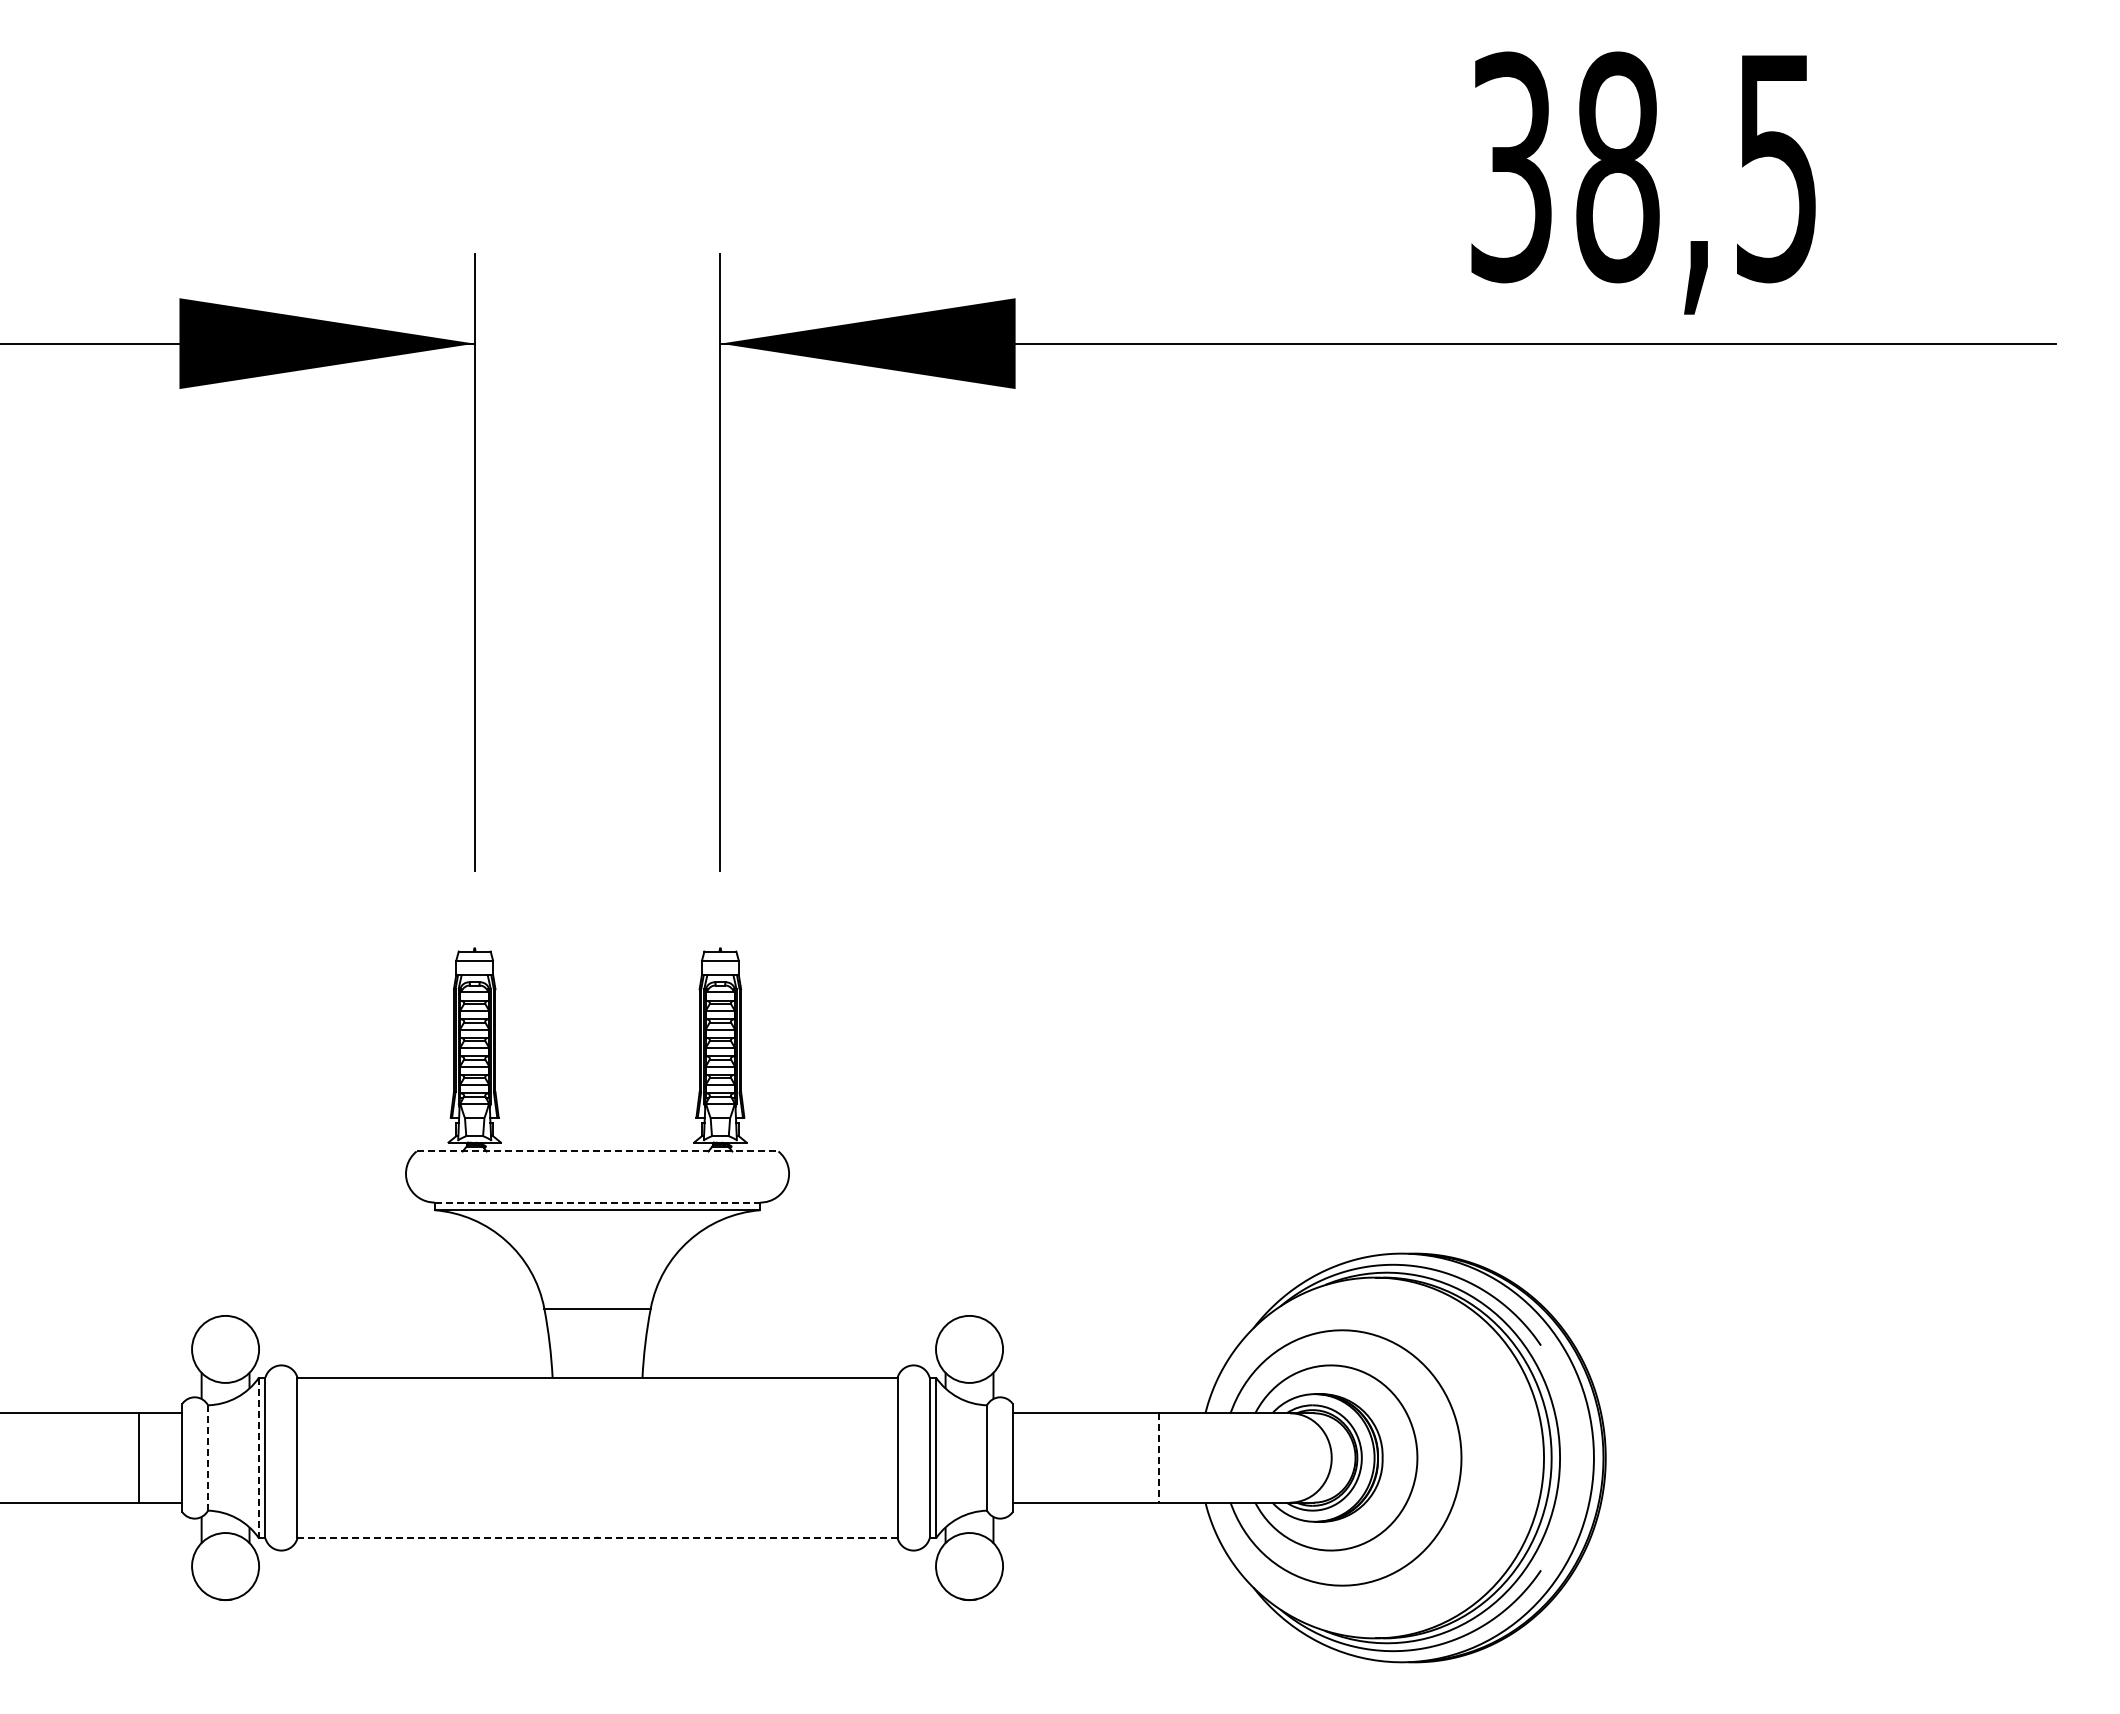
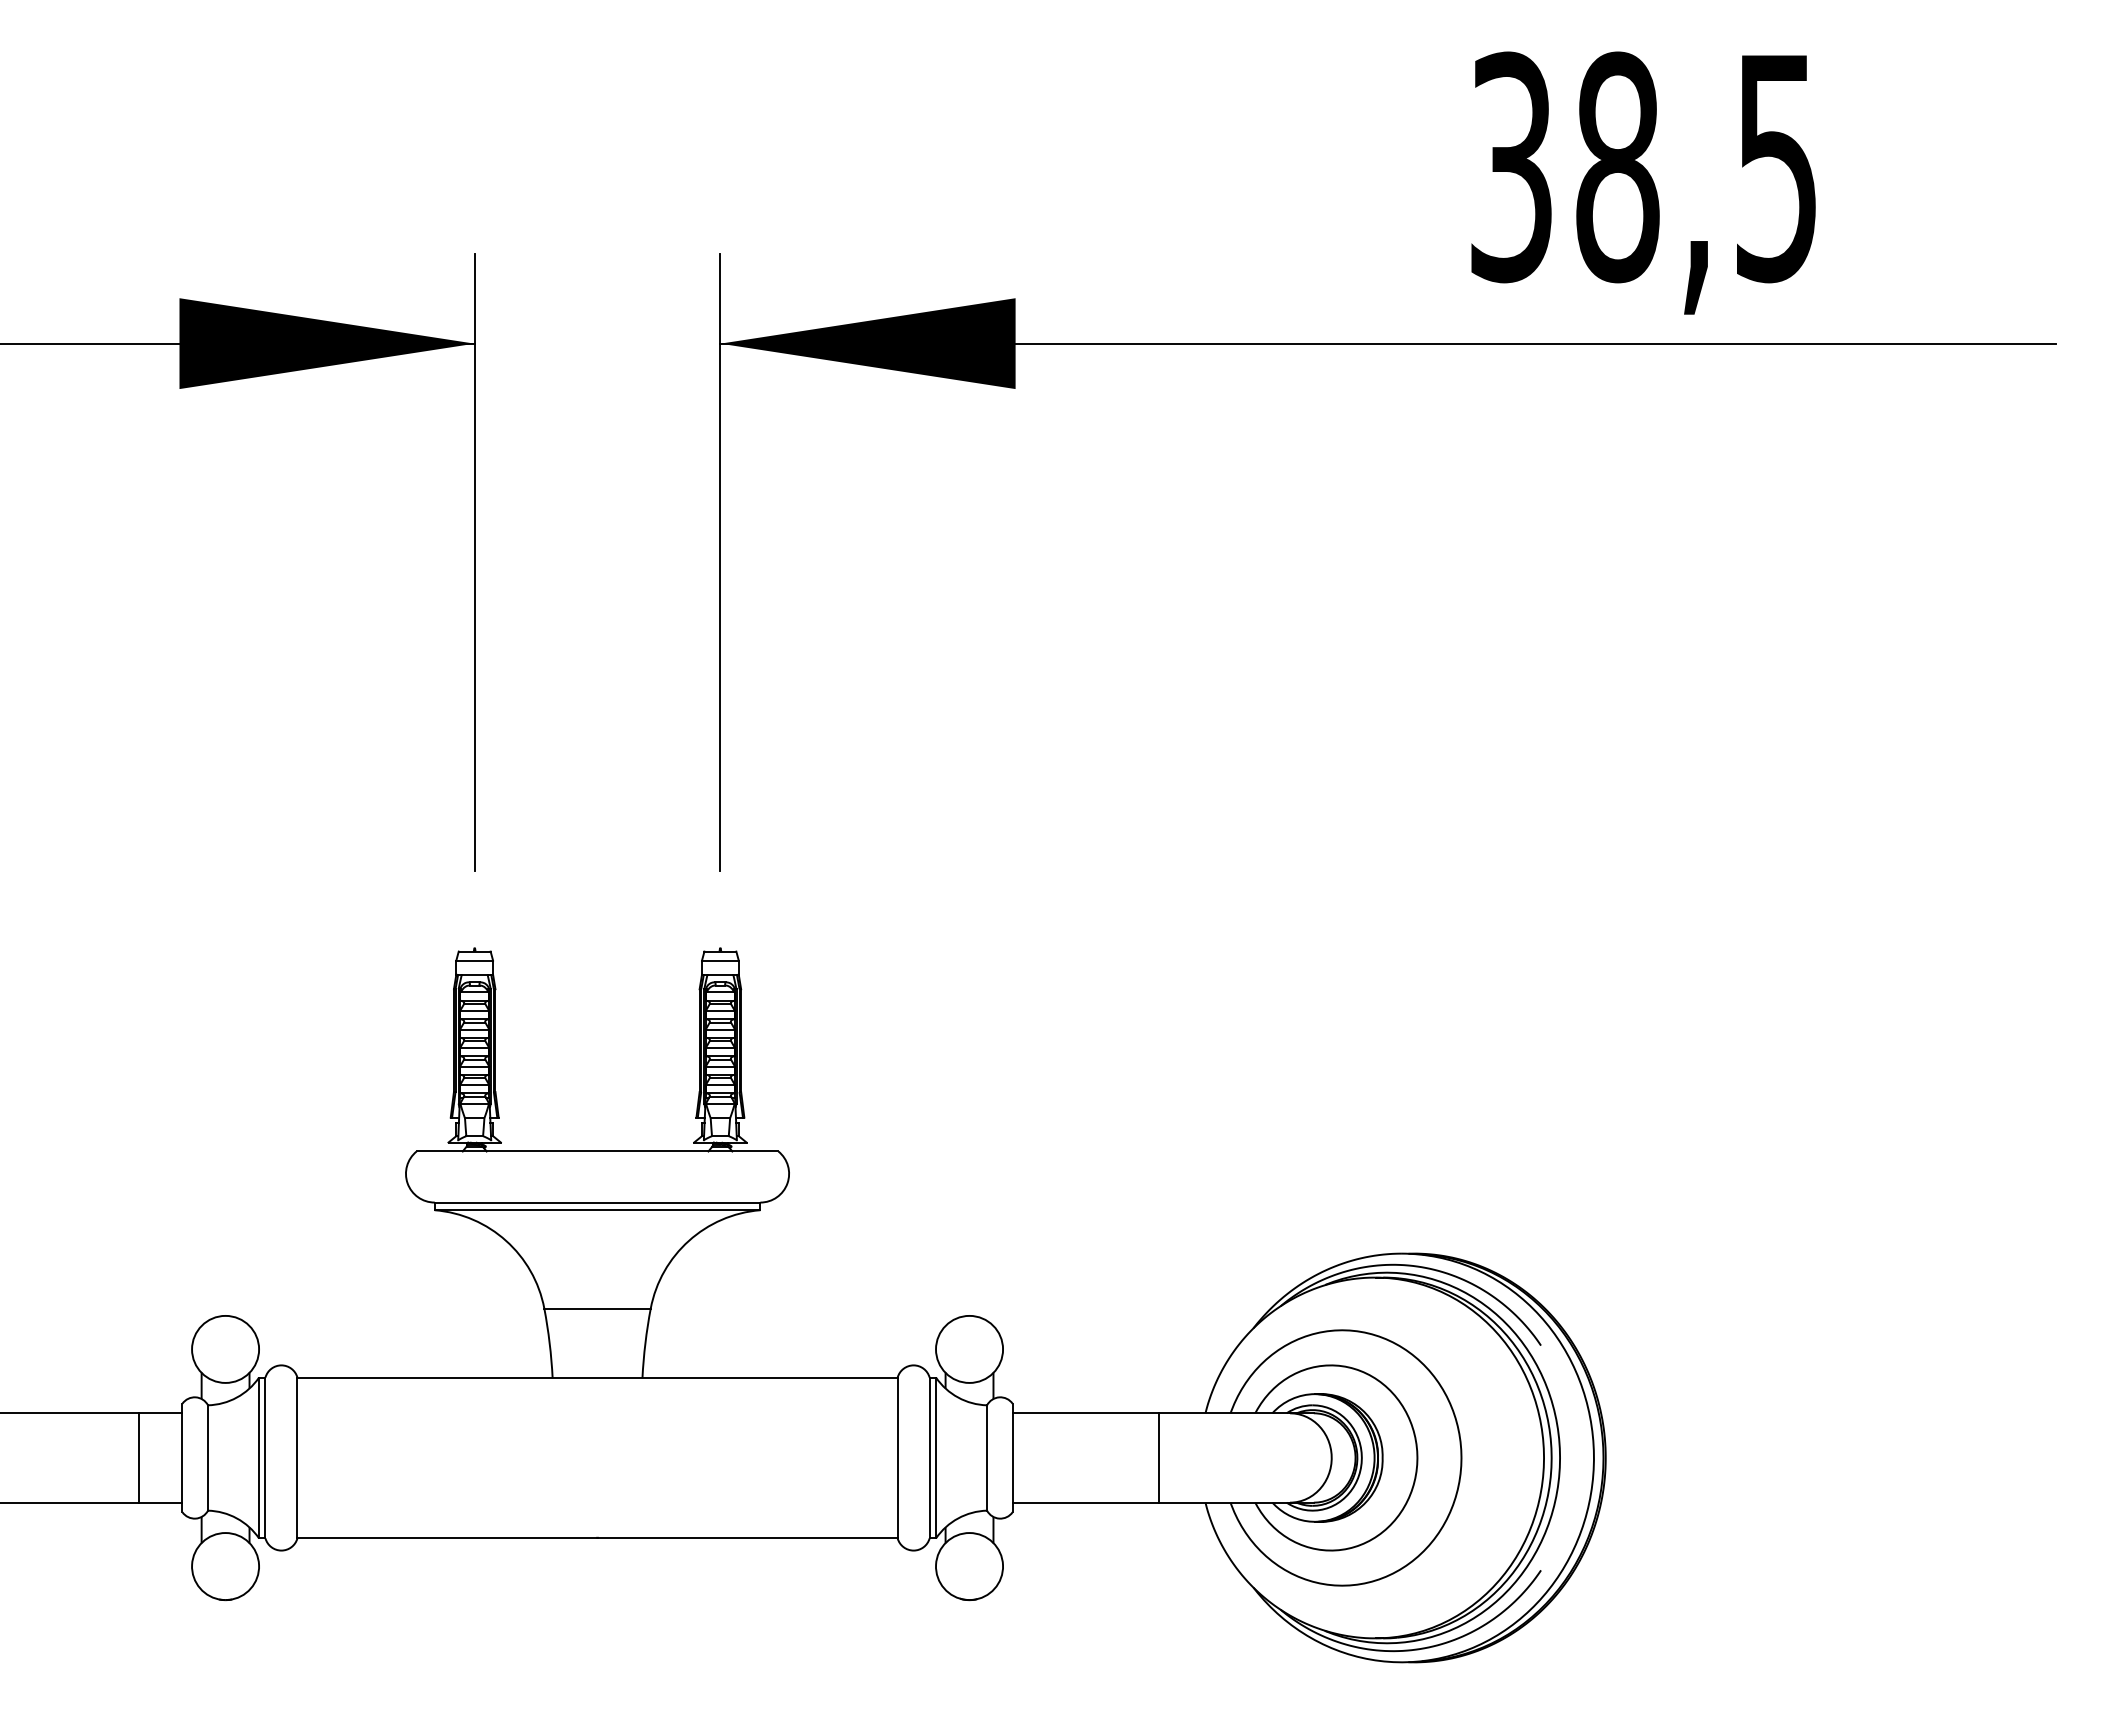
line at (597, 1151): dashed -> solid
line at (597, 1202): dashed -> solid
line at (208, 1457): dashed -> solid
line at (1158, 1457): dashed -> solid
line at (259, 1458): dashed -> solid
line at (598, 1537): dashed -> solid
